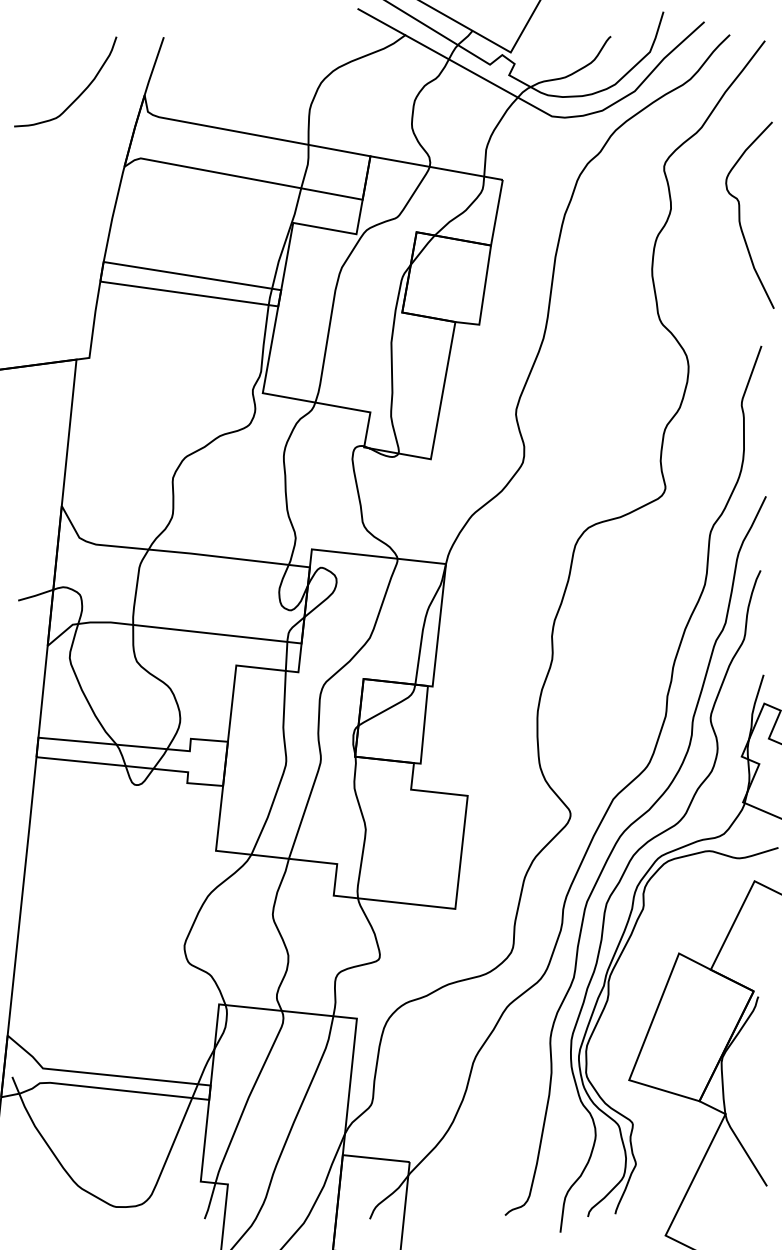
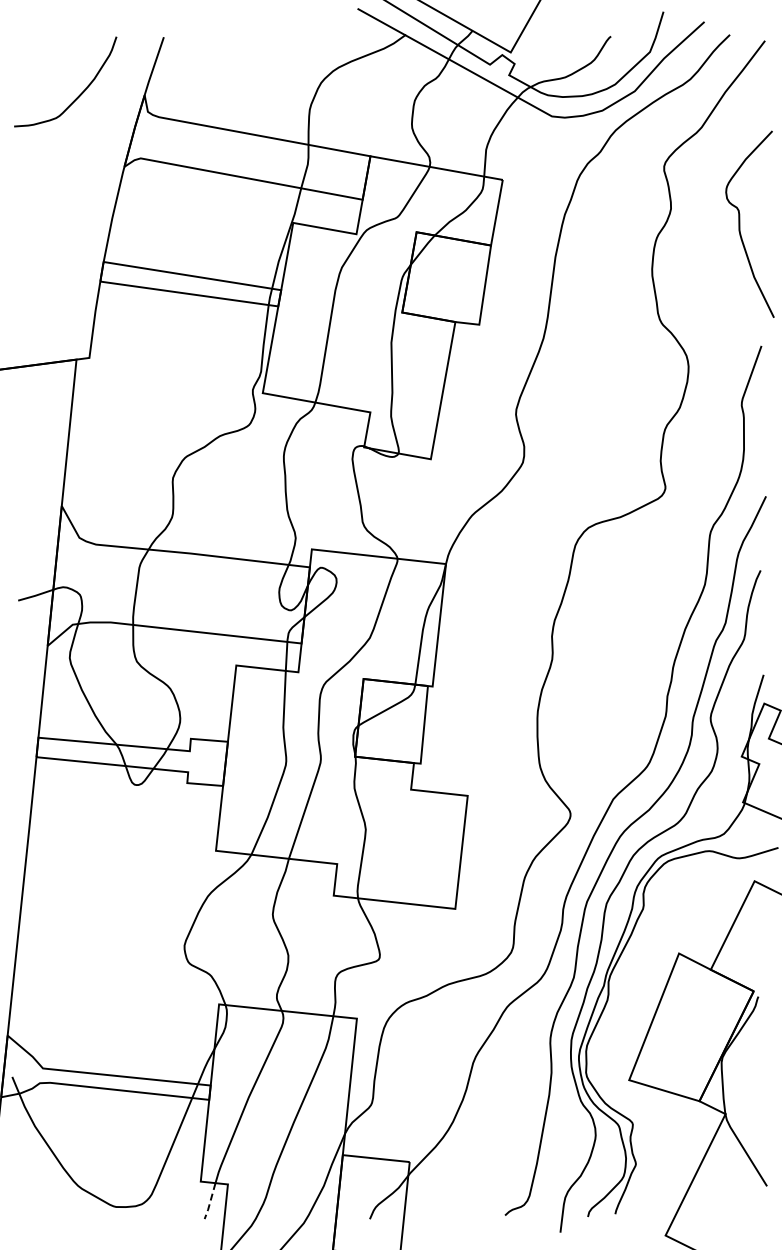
curve at (740, 214) position: (740, 214) -> (740, 223)
line at (210, 1202): solid -> dashed
